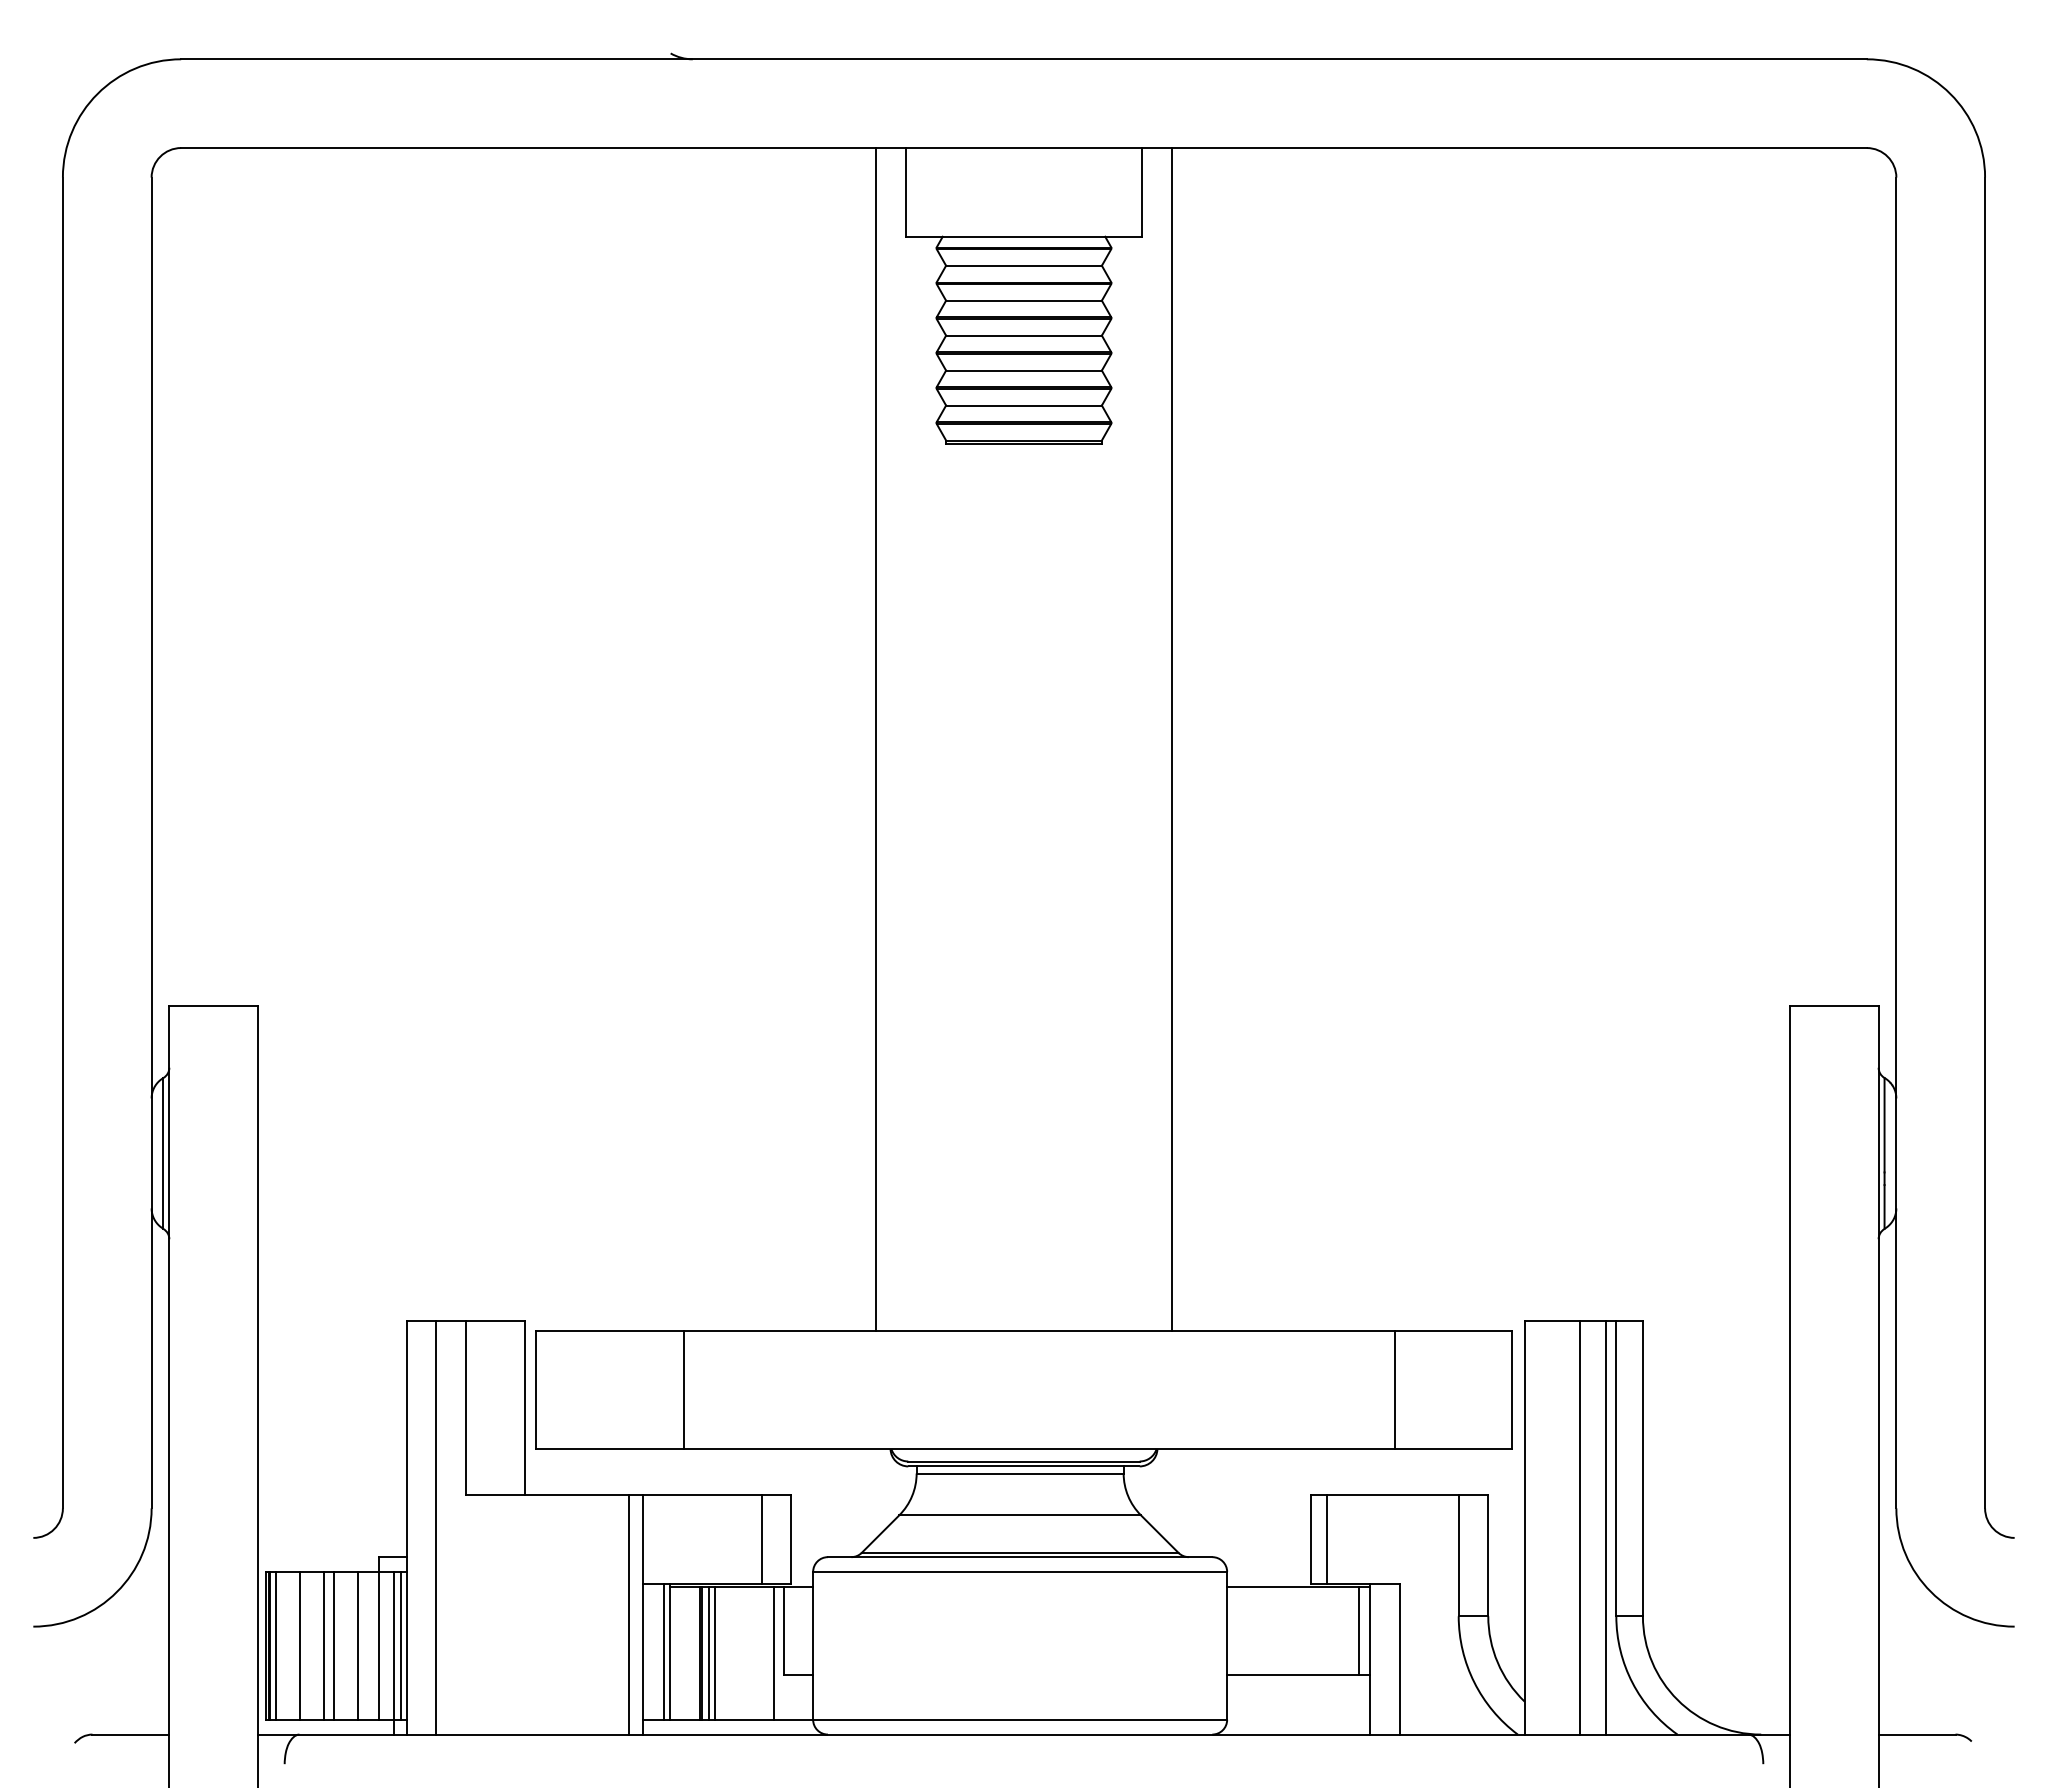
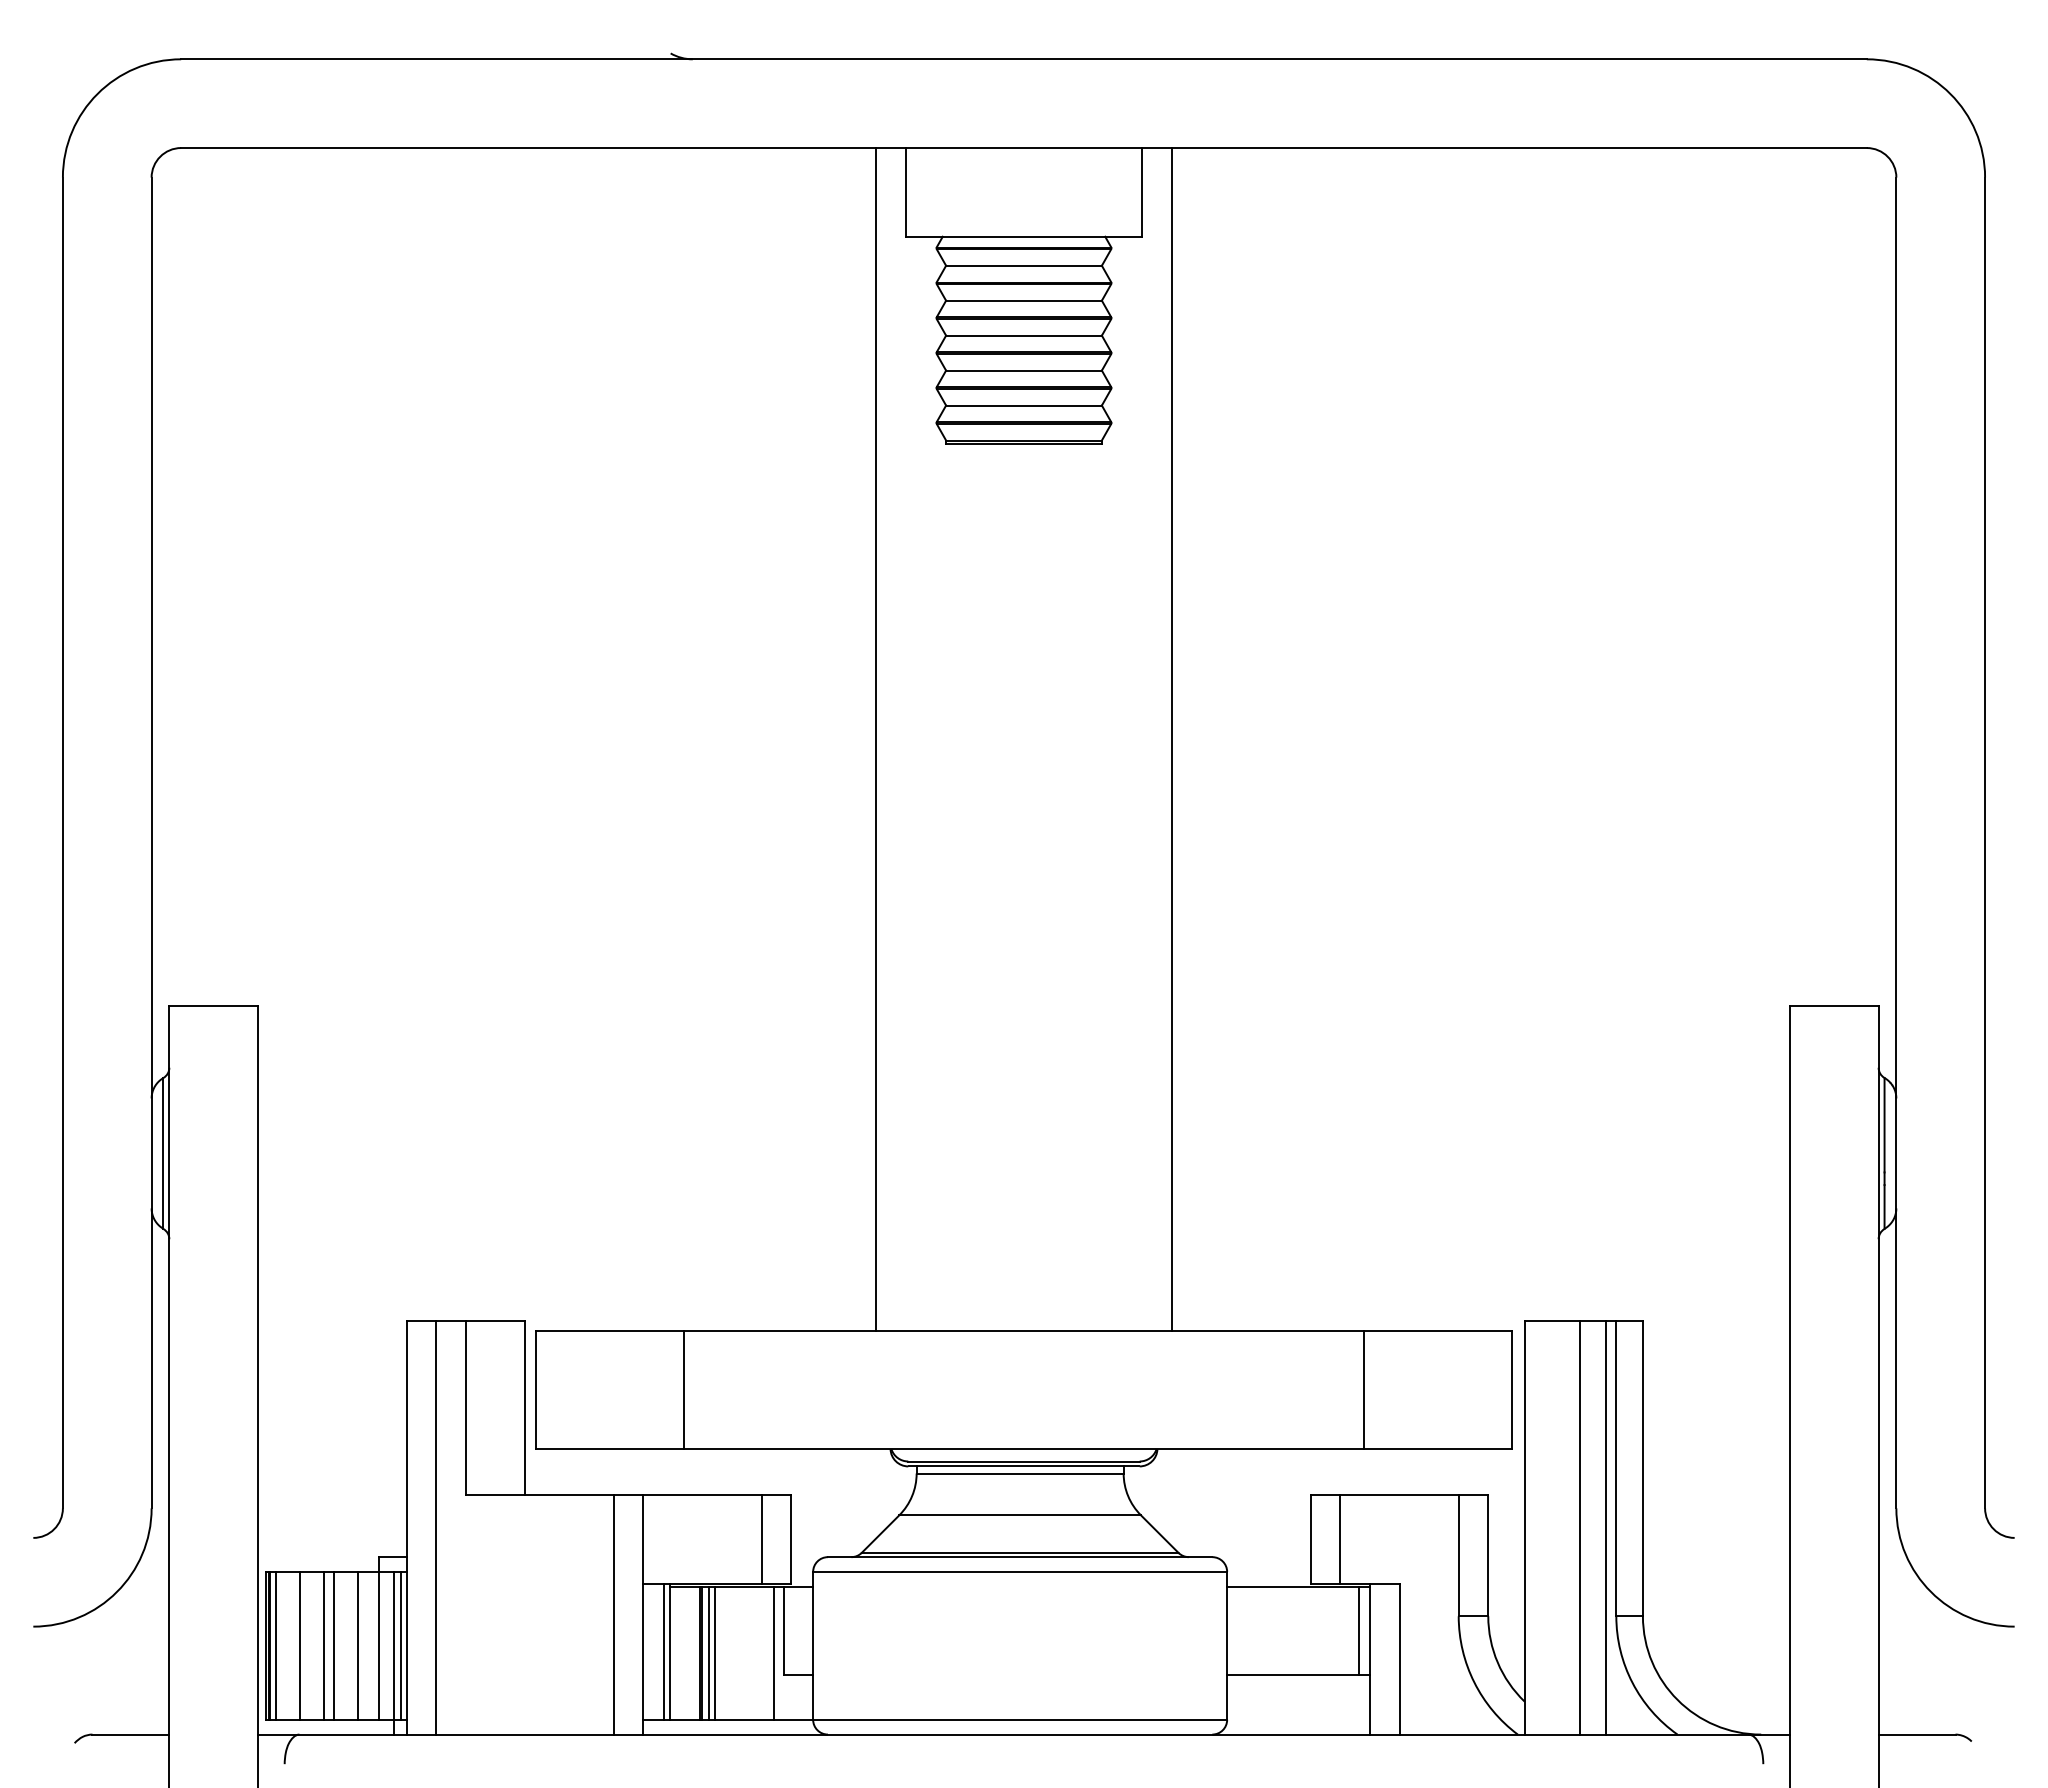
line at (1395, 1389) position: (1395, 1389) -> (1364, 1389)
line at (1327, 1539) position: (1327, 1539) -> (1340, 1539)
line at (628, 1614) position: (628, 1614) -> (613, 1614)
